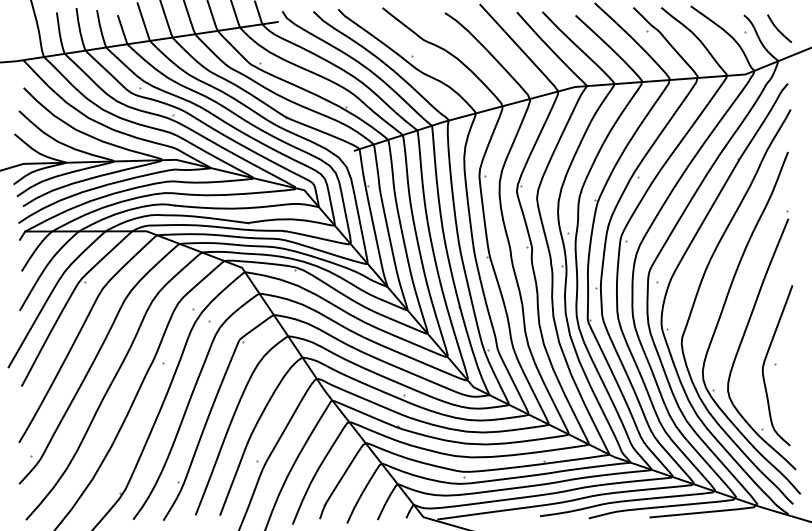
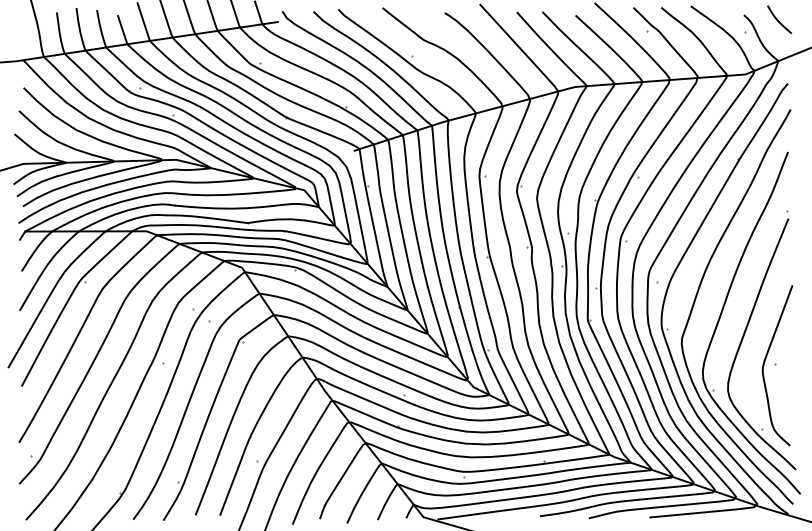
curve at (778, 28) position: (778, 28) -> (778, 19)
